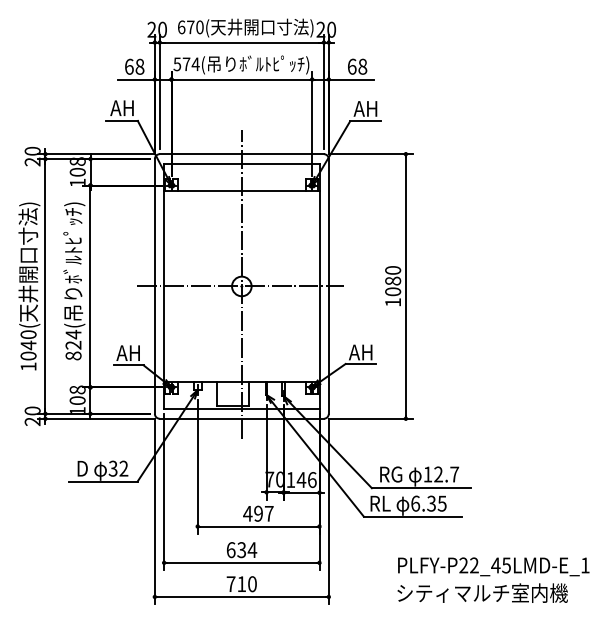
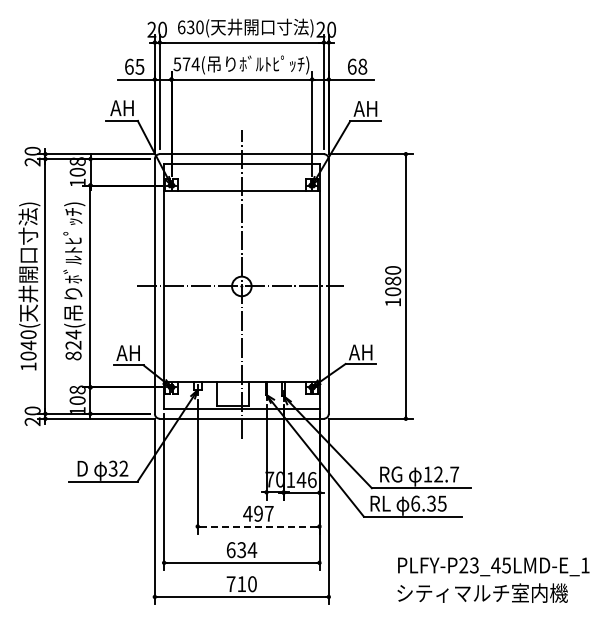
text at (190, 27): 670( -> 630(
text at (139, 66): 68 -> 65
line at (258, 526): solid -> dashed
text at (474, 565): PLFY-P22_45LMD-E_1 -> PLFY-P23_45LMD-E_1
